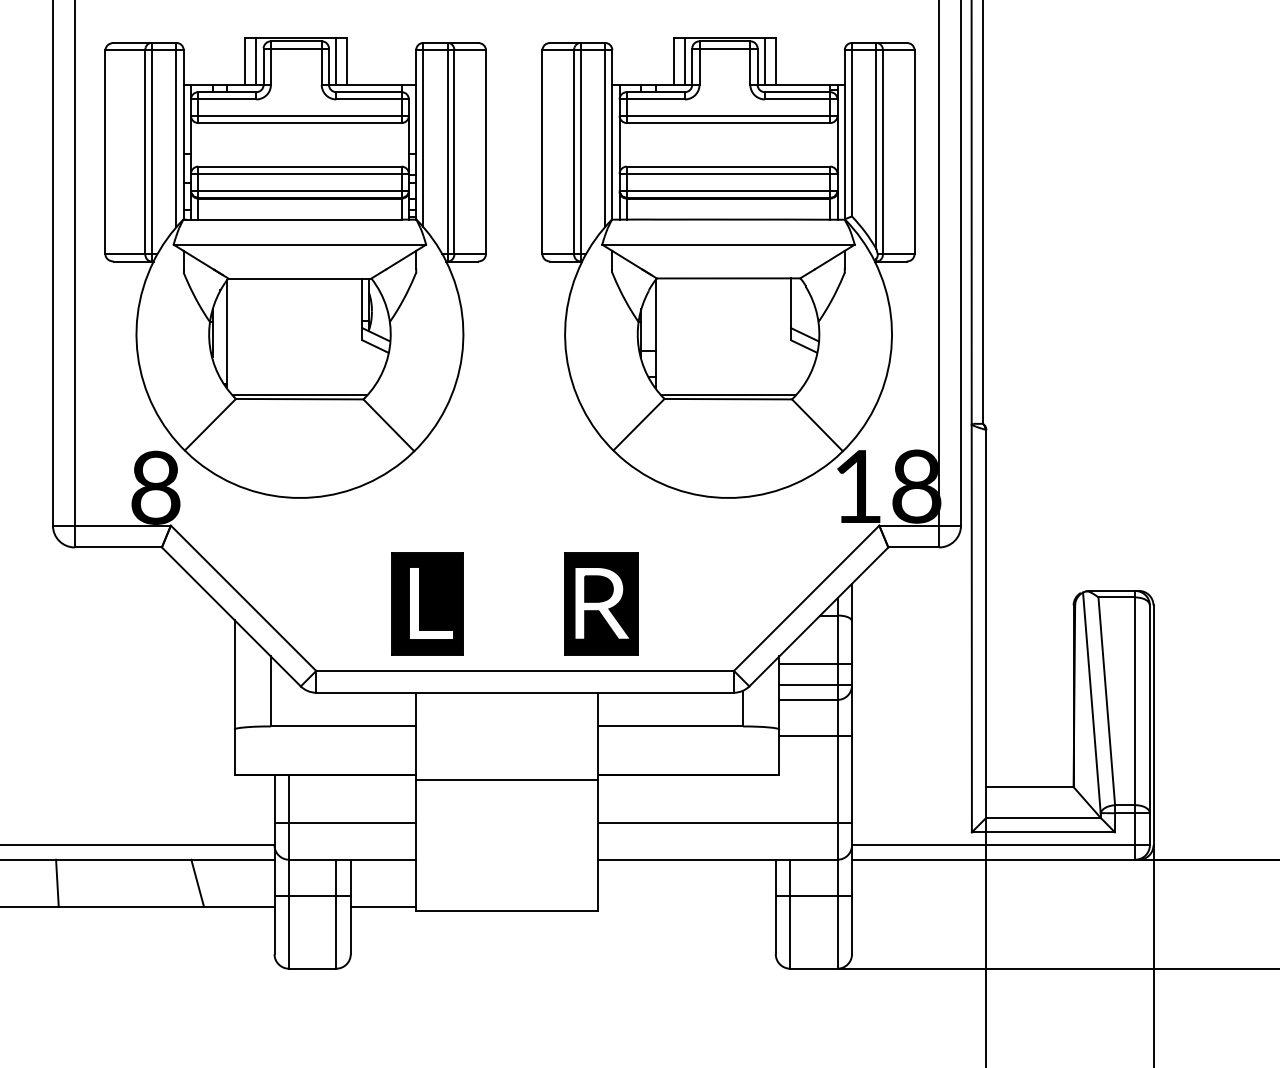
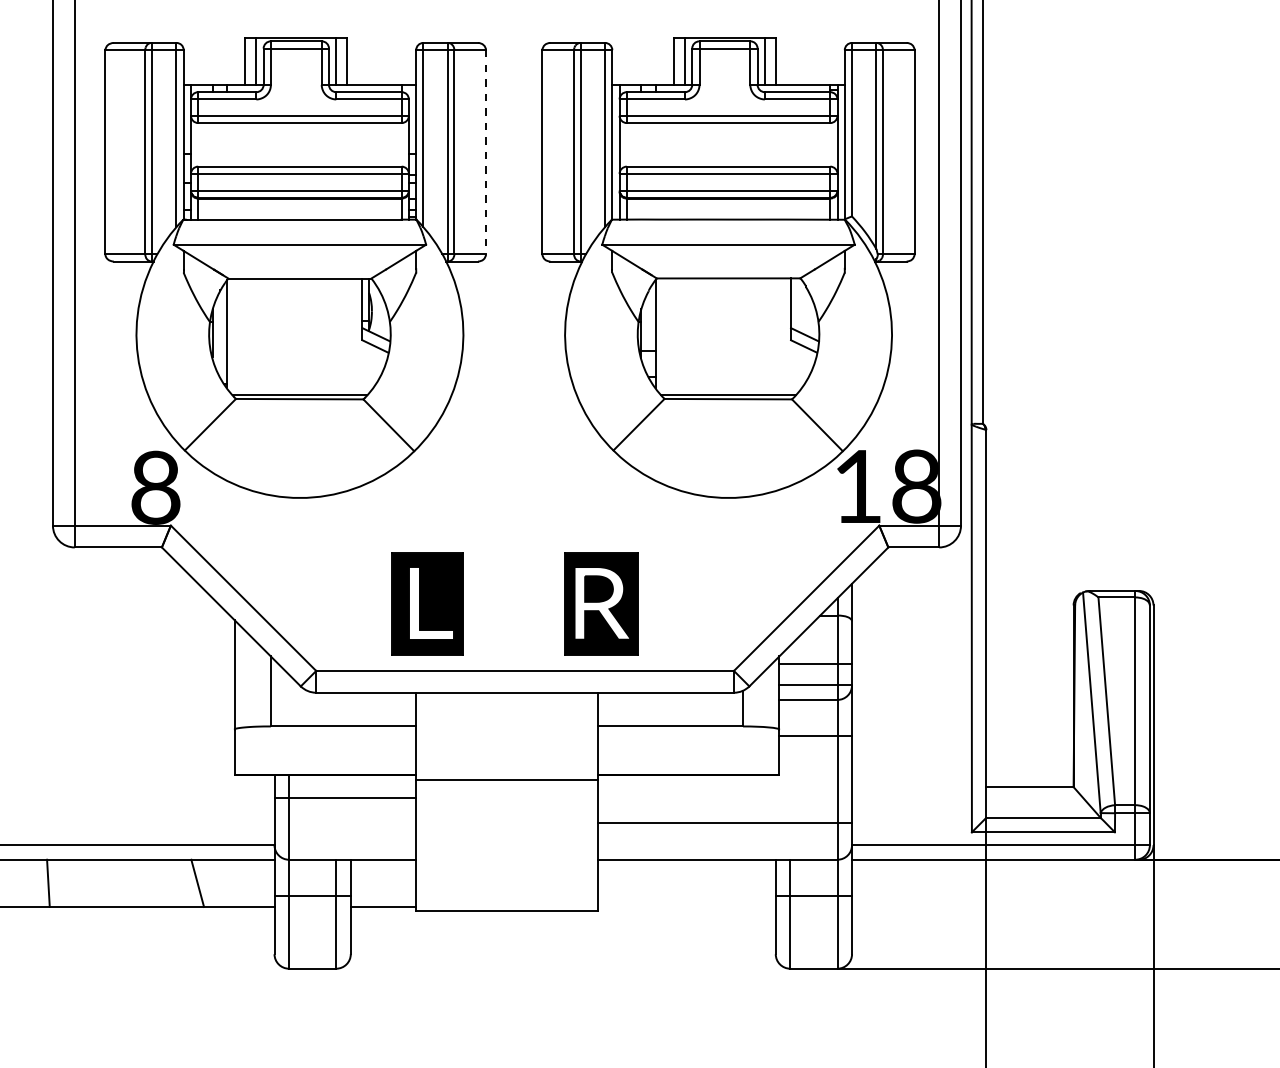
line at (485, 152): solid -> dashed
line at (345, 823) position: (345, 823) -> (345, 798)
line at (57, 882) position: (57, 882) -> (48, 882)
